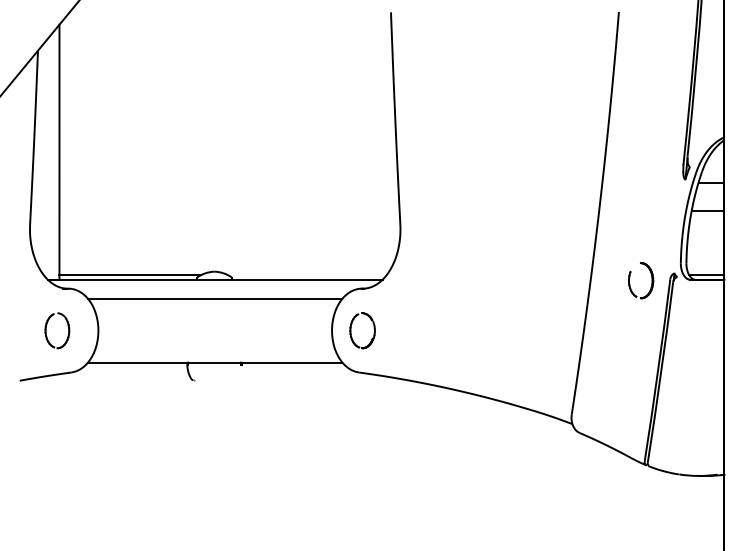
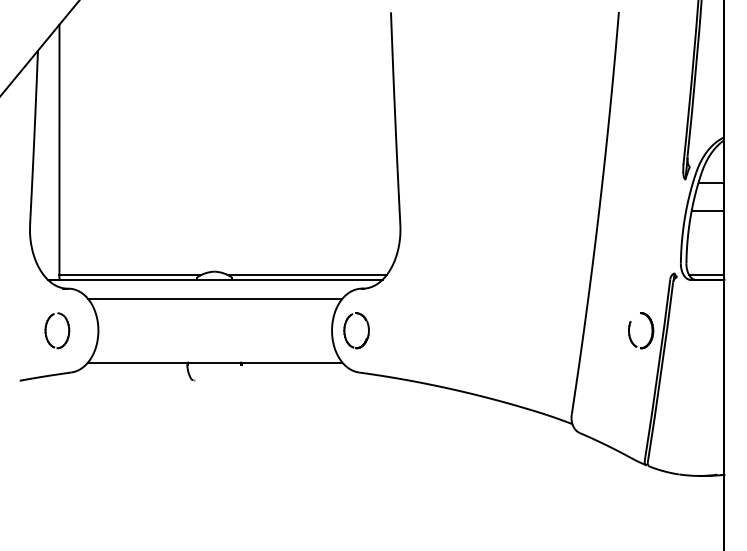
line at (306, 274): none -> present
part at (651, 280) position: (651, 280) -> (651, 330)
part at (351, 330) position: (351, 330) -> (345, 330)
